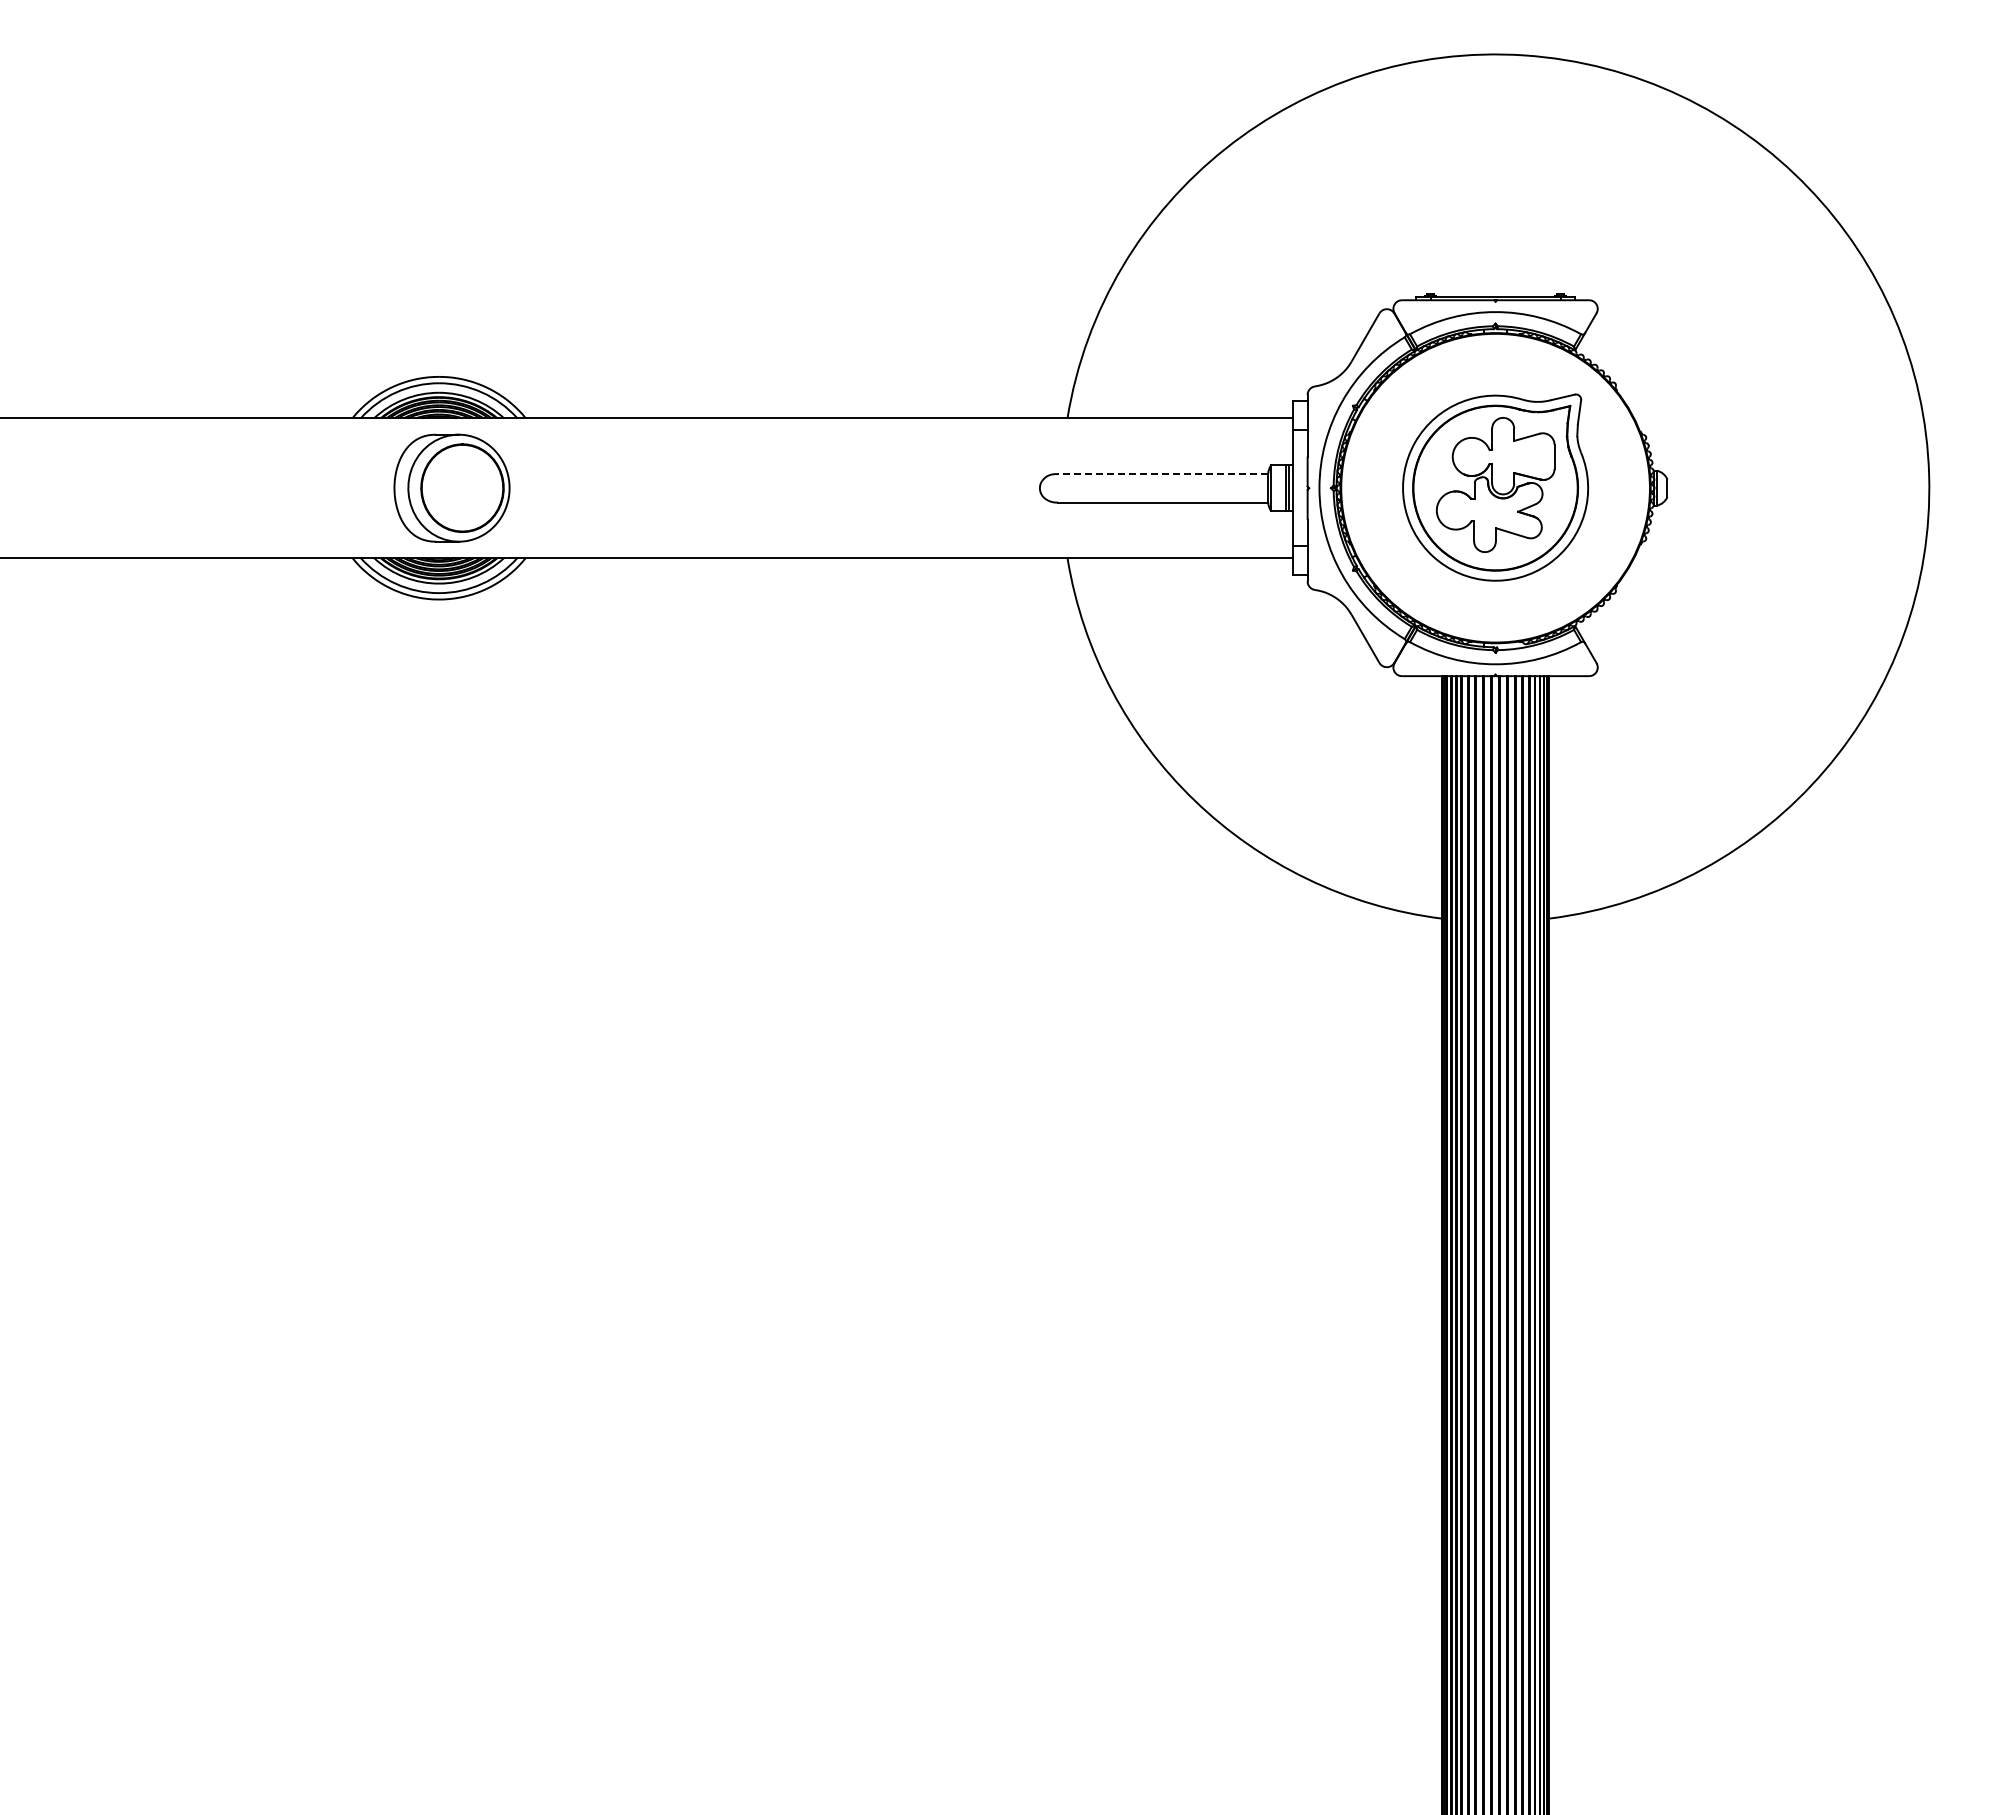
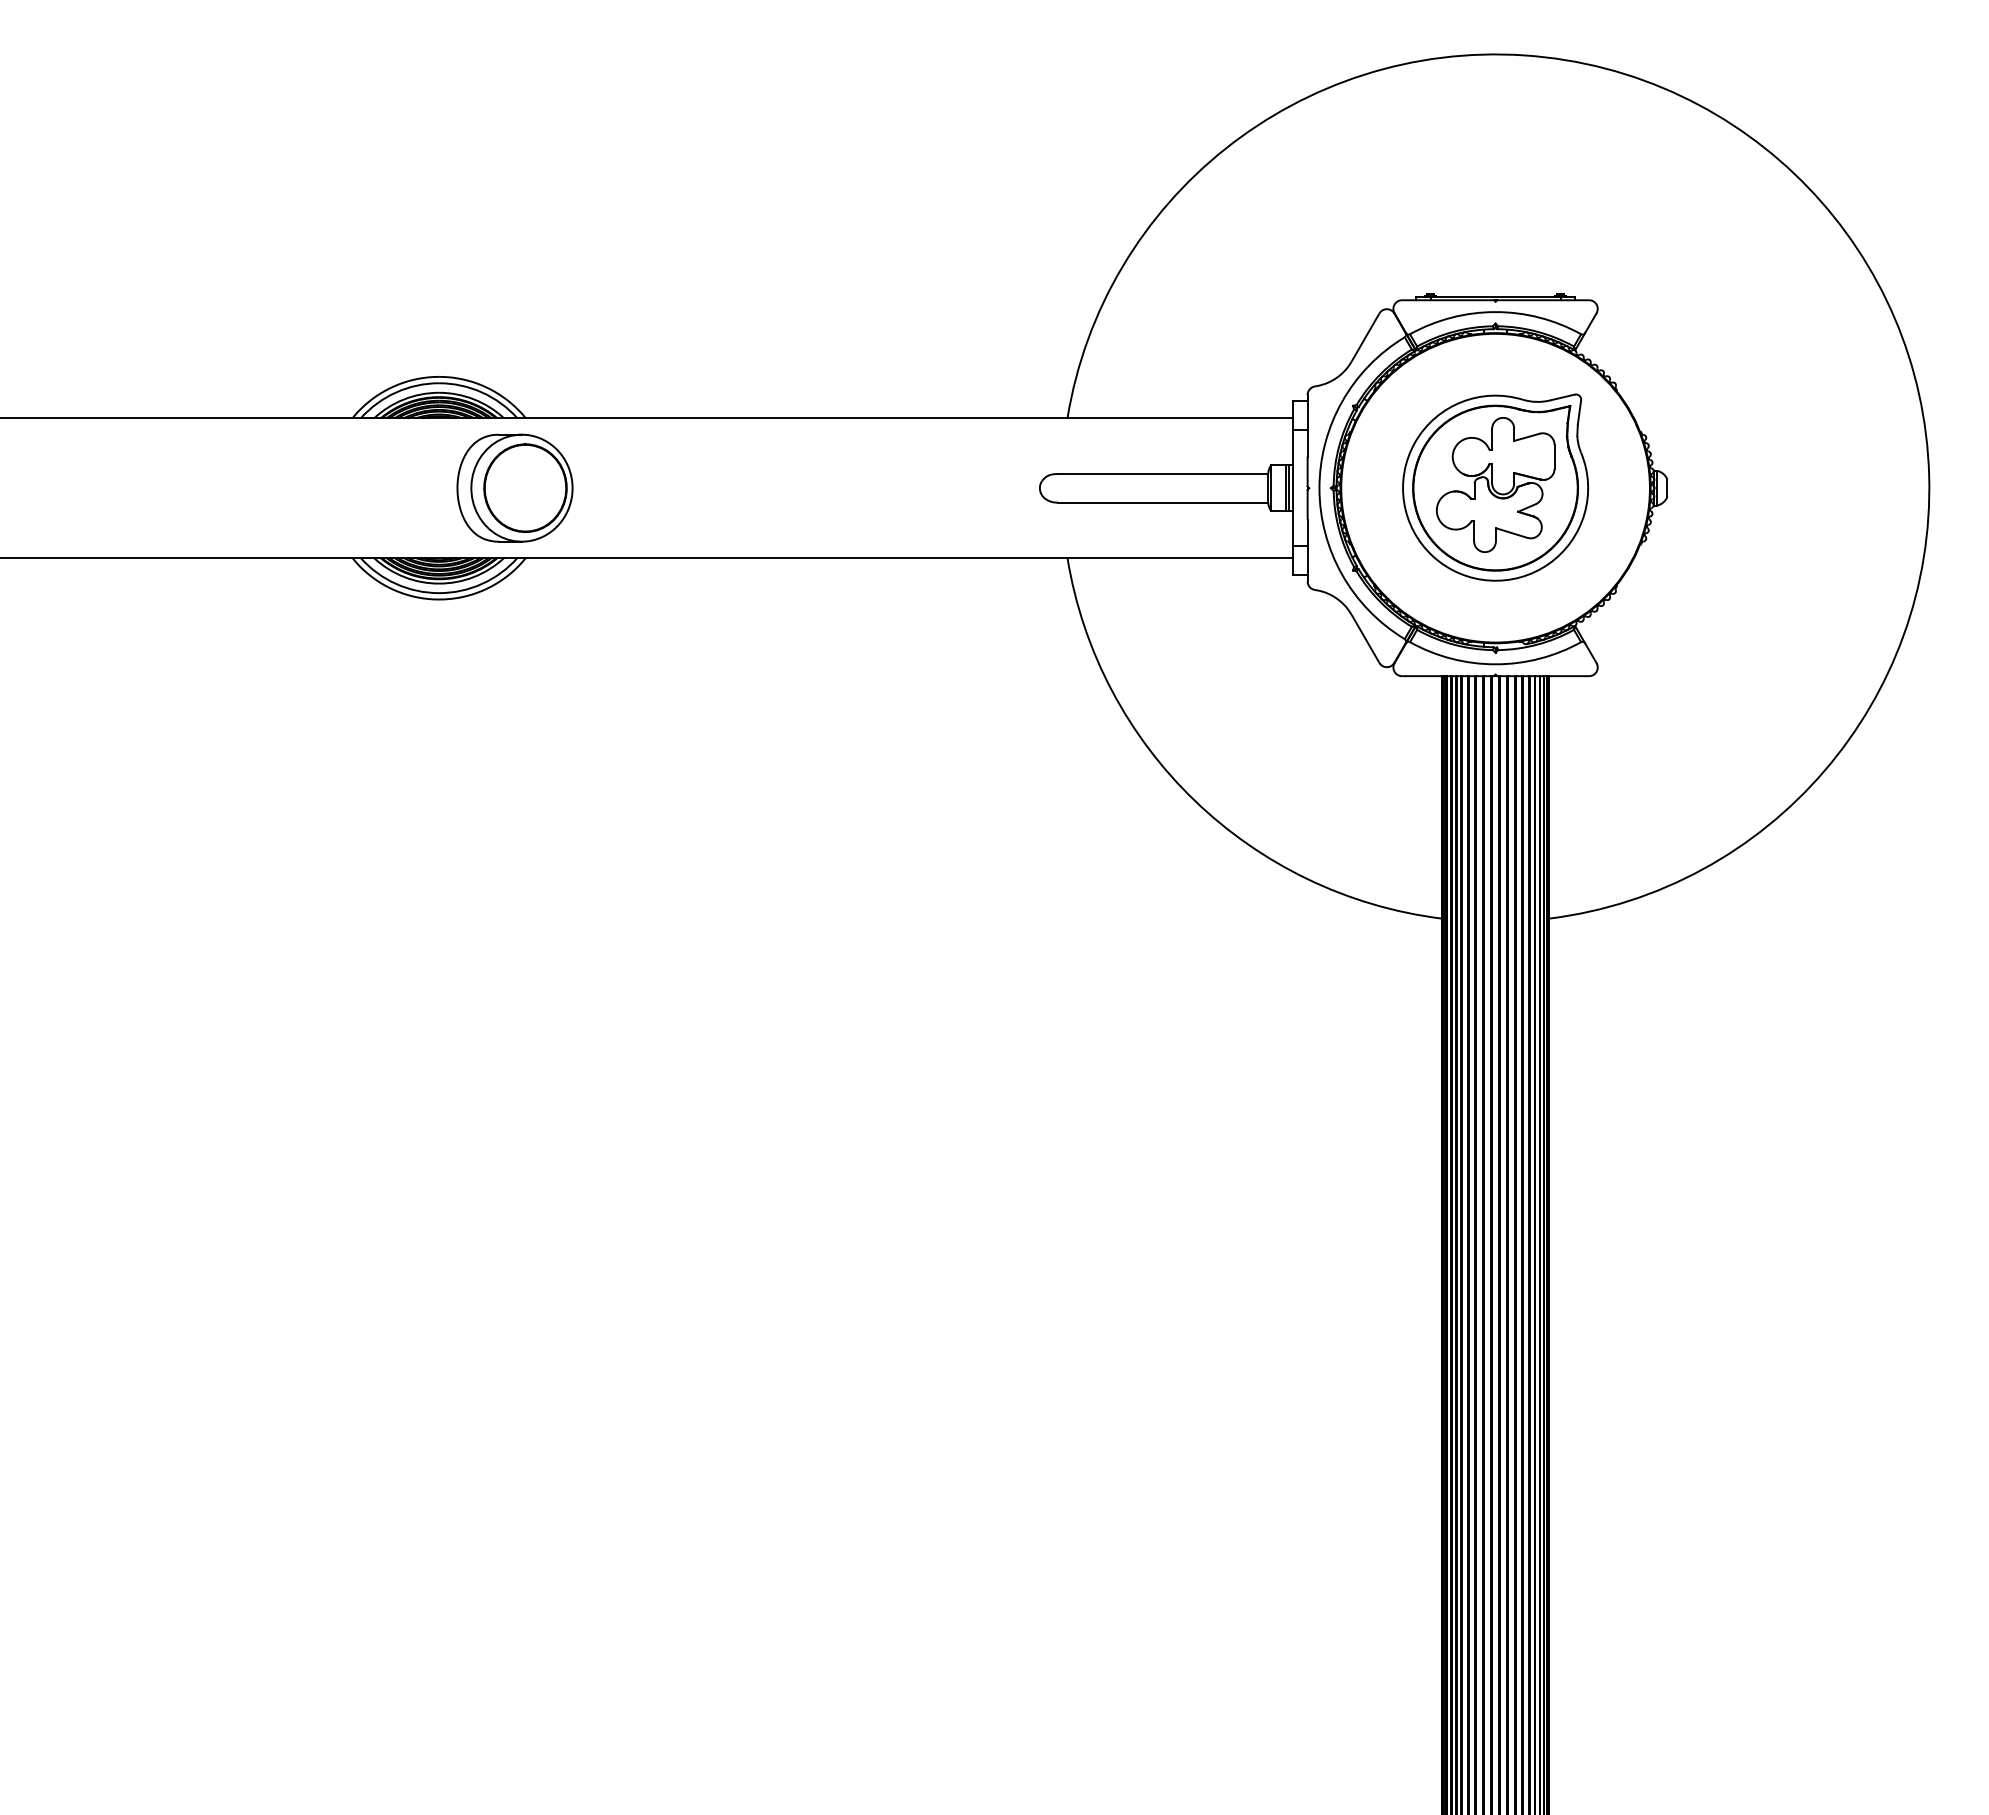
line at (1162, 473): dashed -> solid
part at (451, 487) position: (451, 487) -> (514, 487)
